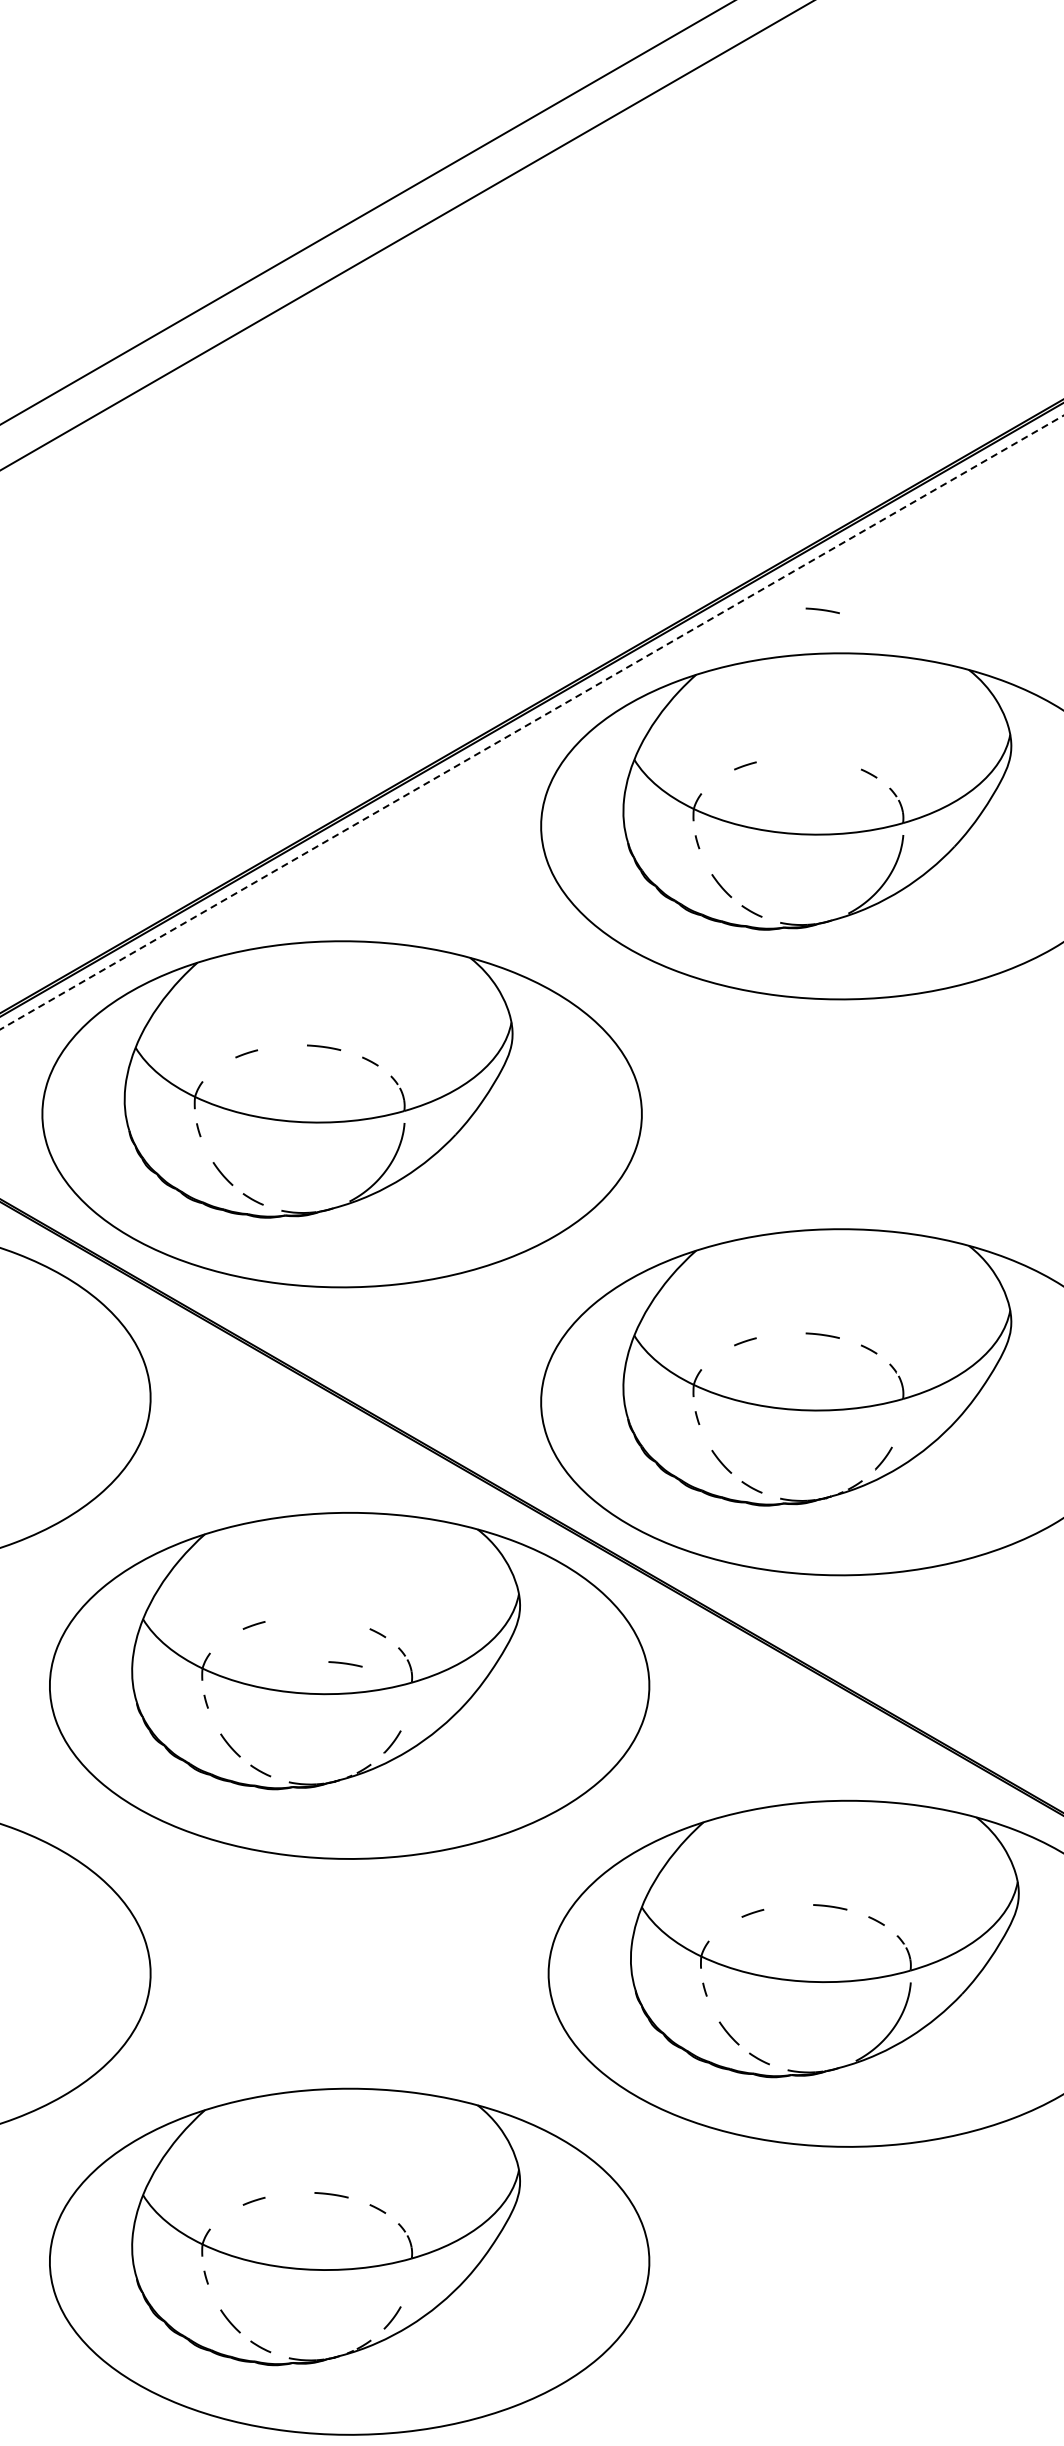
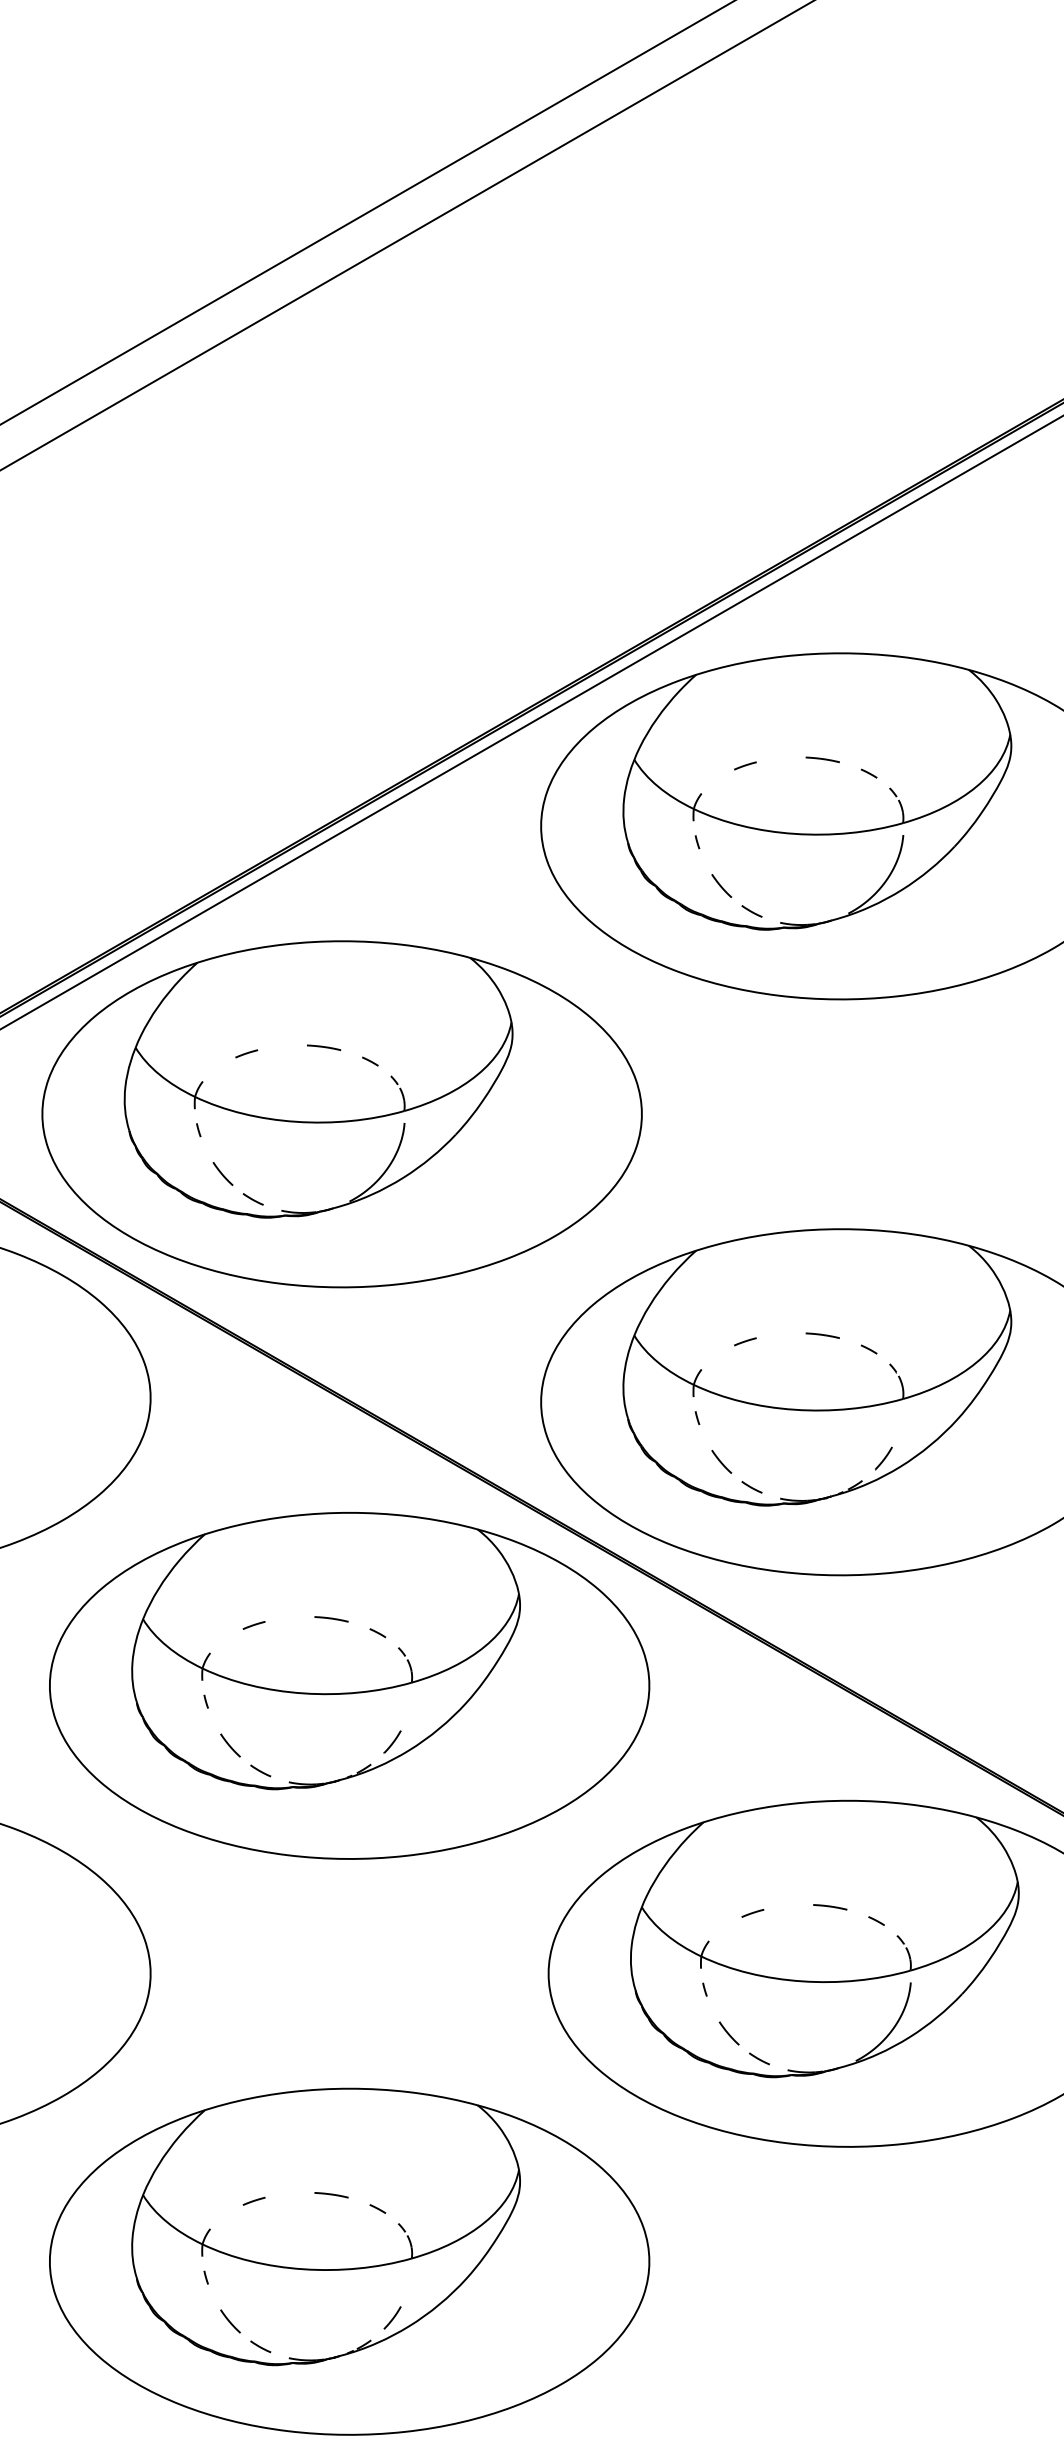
line at (822, 610) position: (822, 610) -> (822, 759)
line at (532, 722): dashed -> solid
line at (345, 1664) position: (345, 1664) -> (331, 1619)
